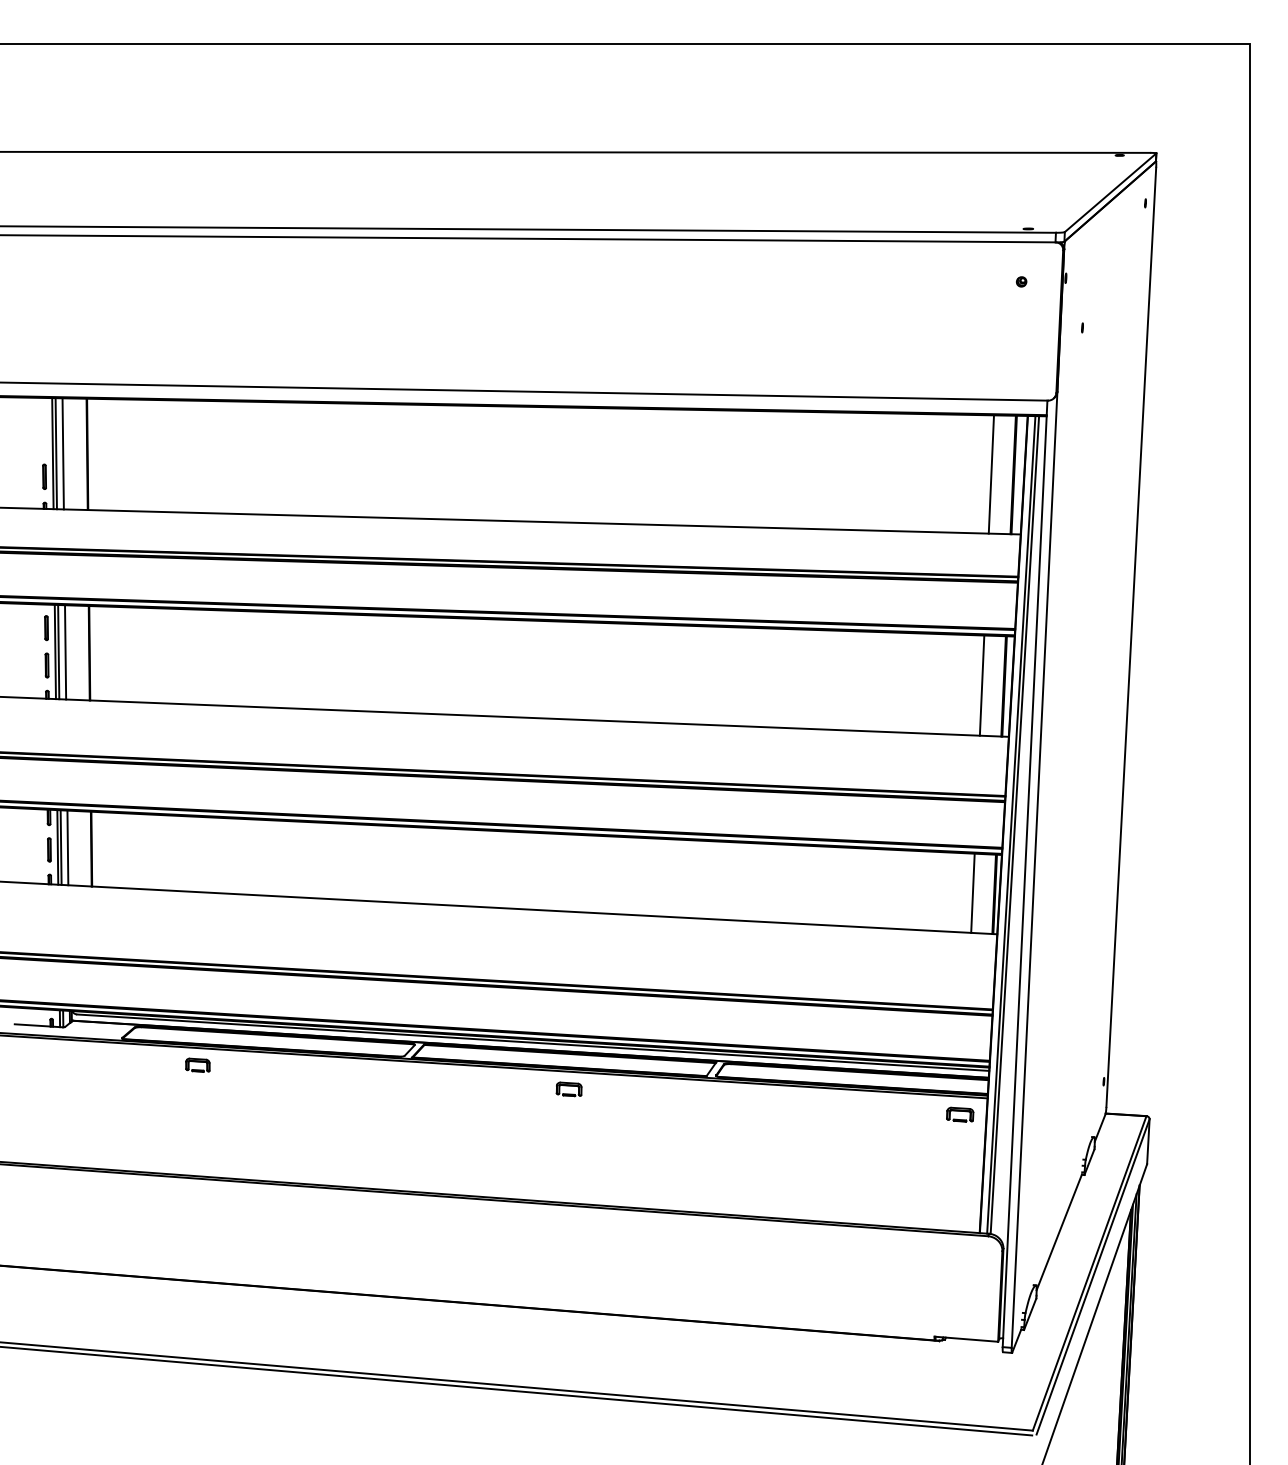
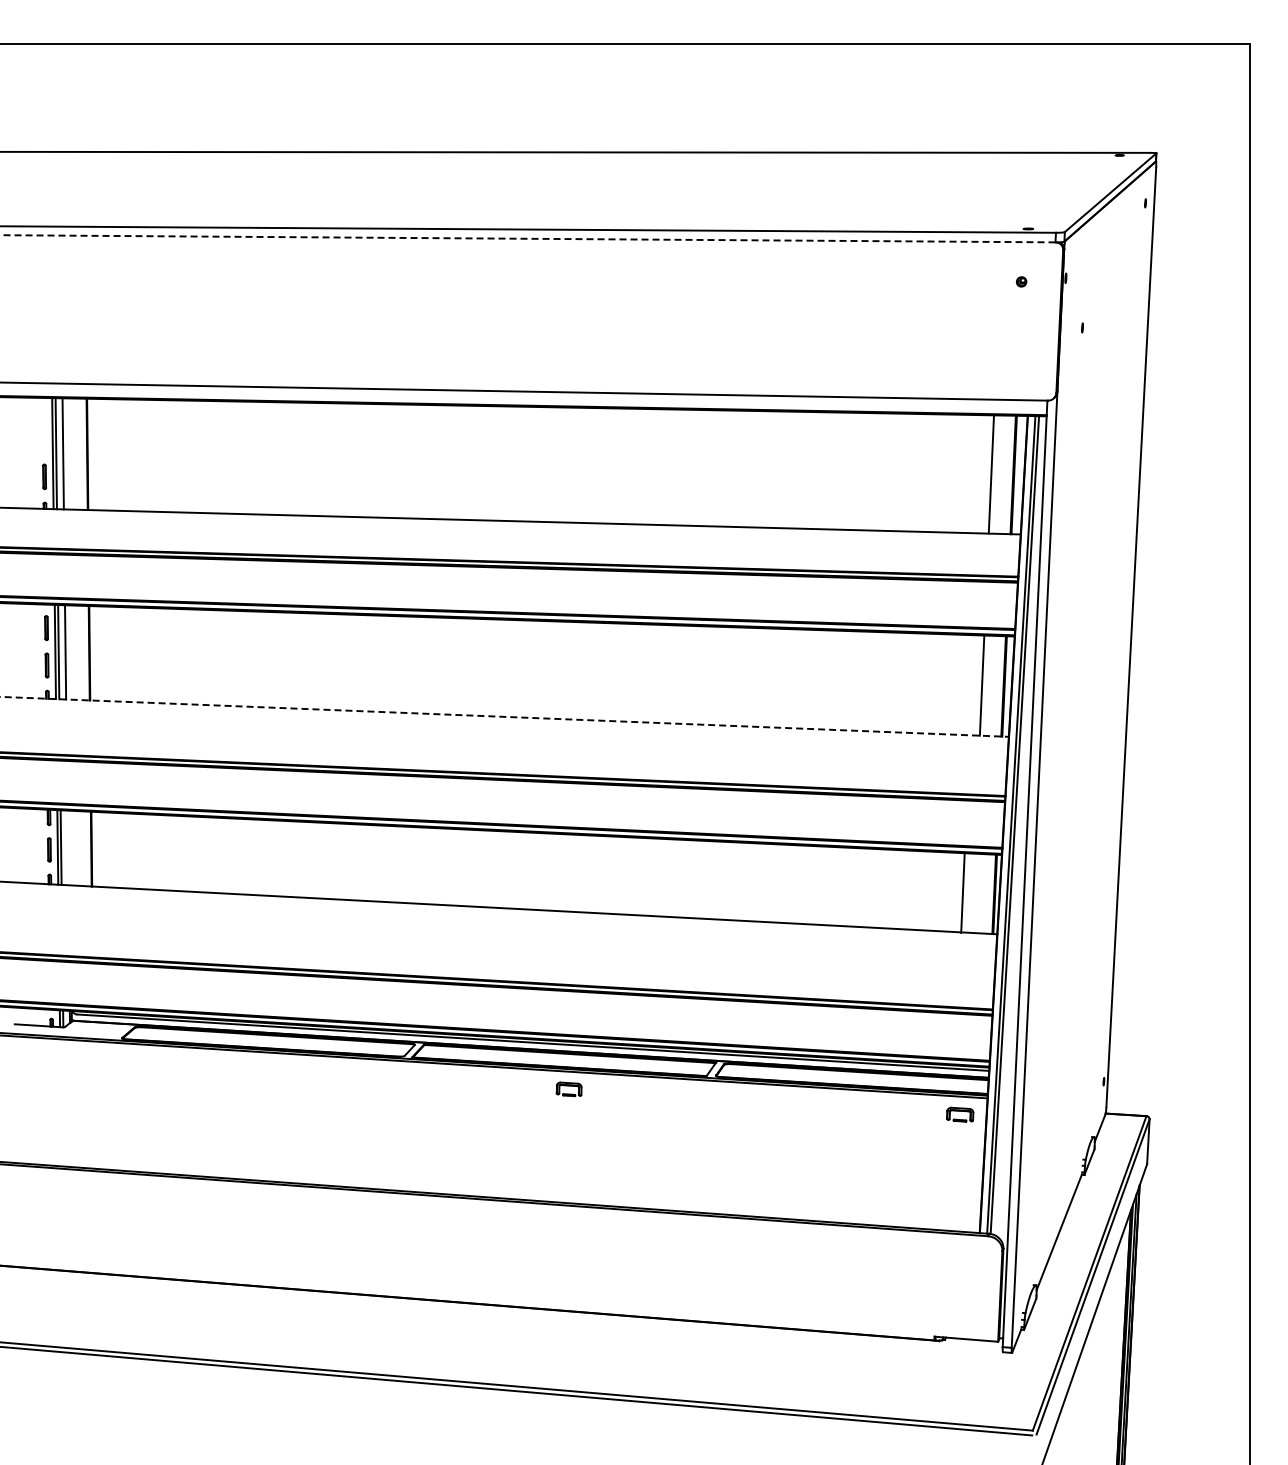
line at (527, 238): solid -> dashed
line at (505, 716): solid -> dashed
line at (67, 847): present -> none
line at (972, 892) position: (972, 892) -> (962, 892)
part at (197, 1064): present -> none
